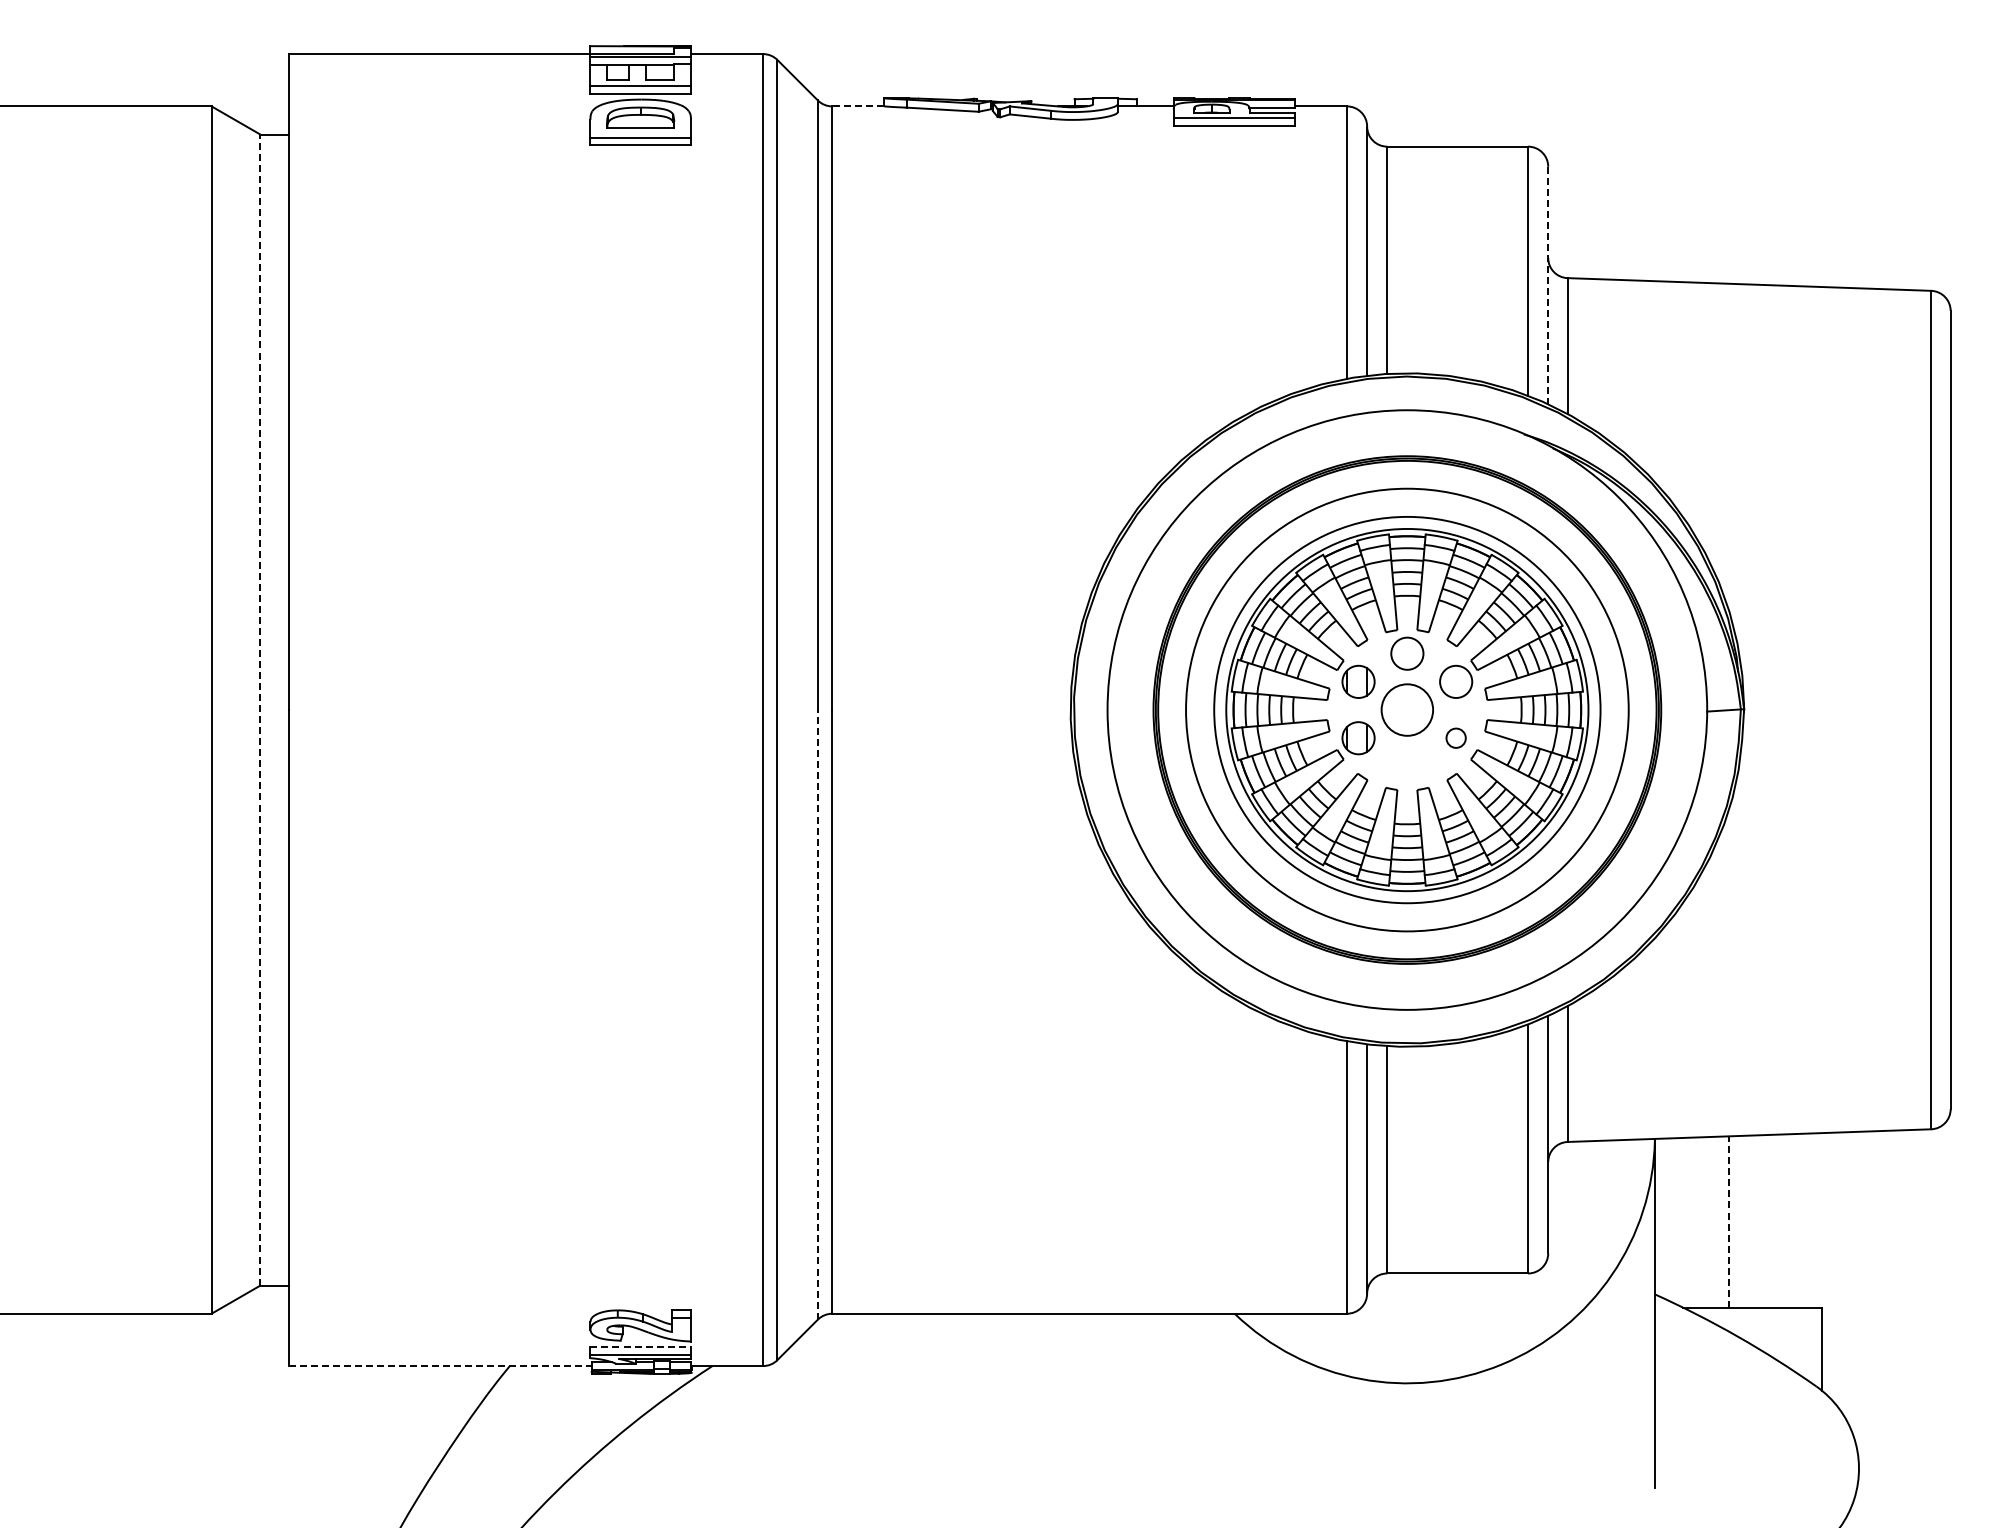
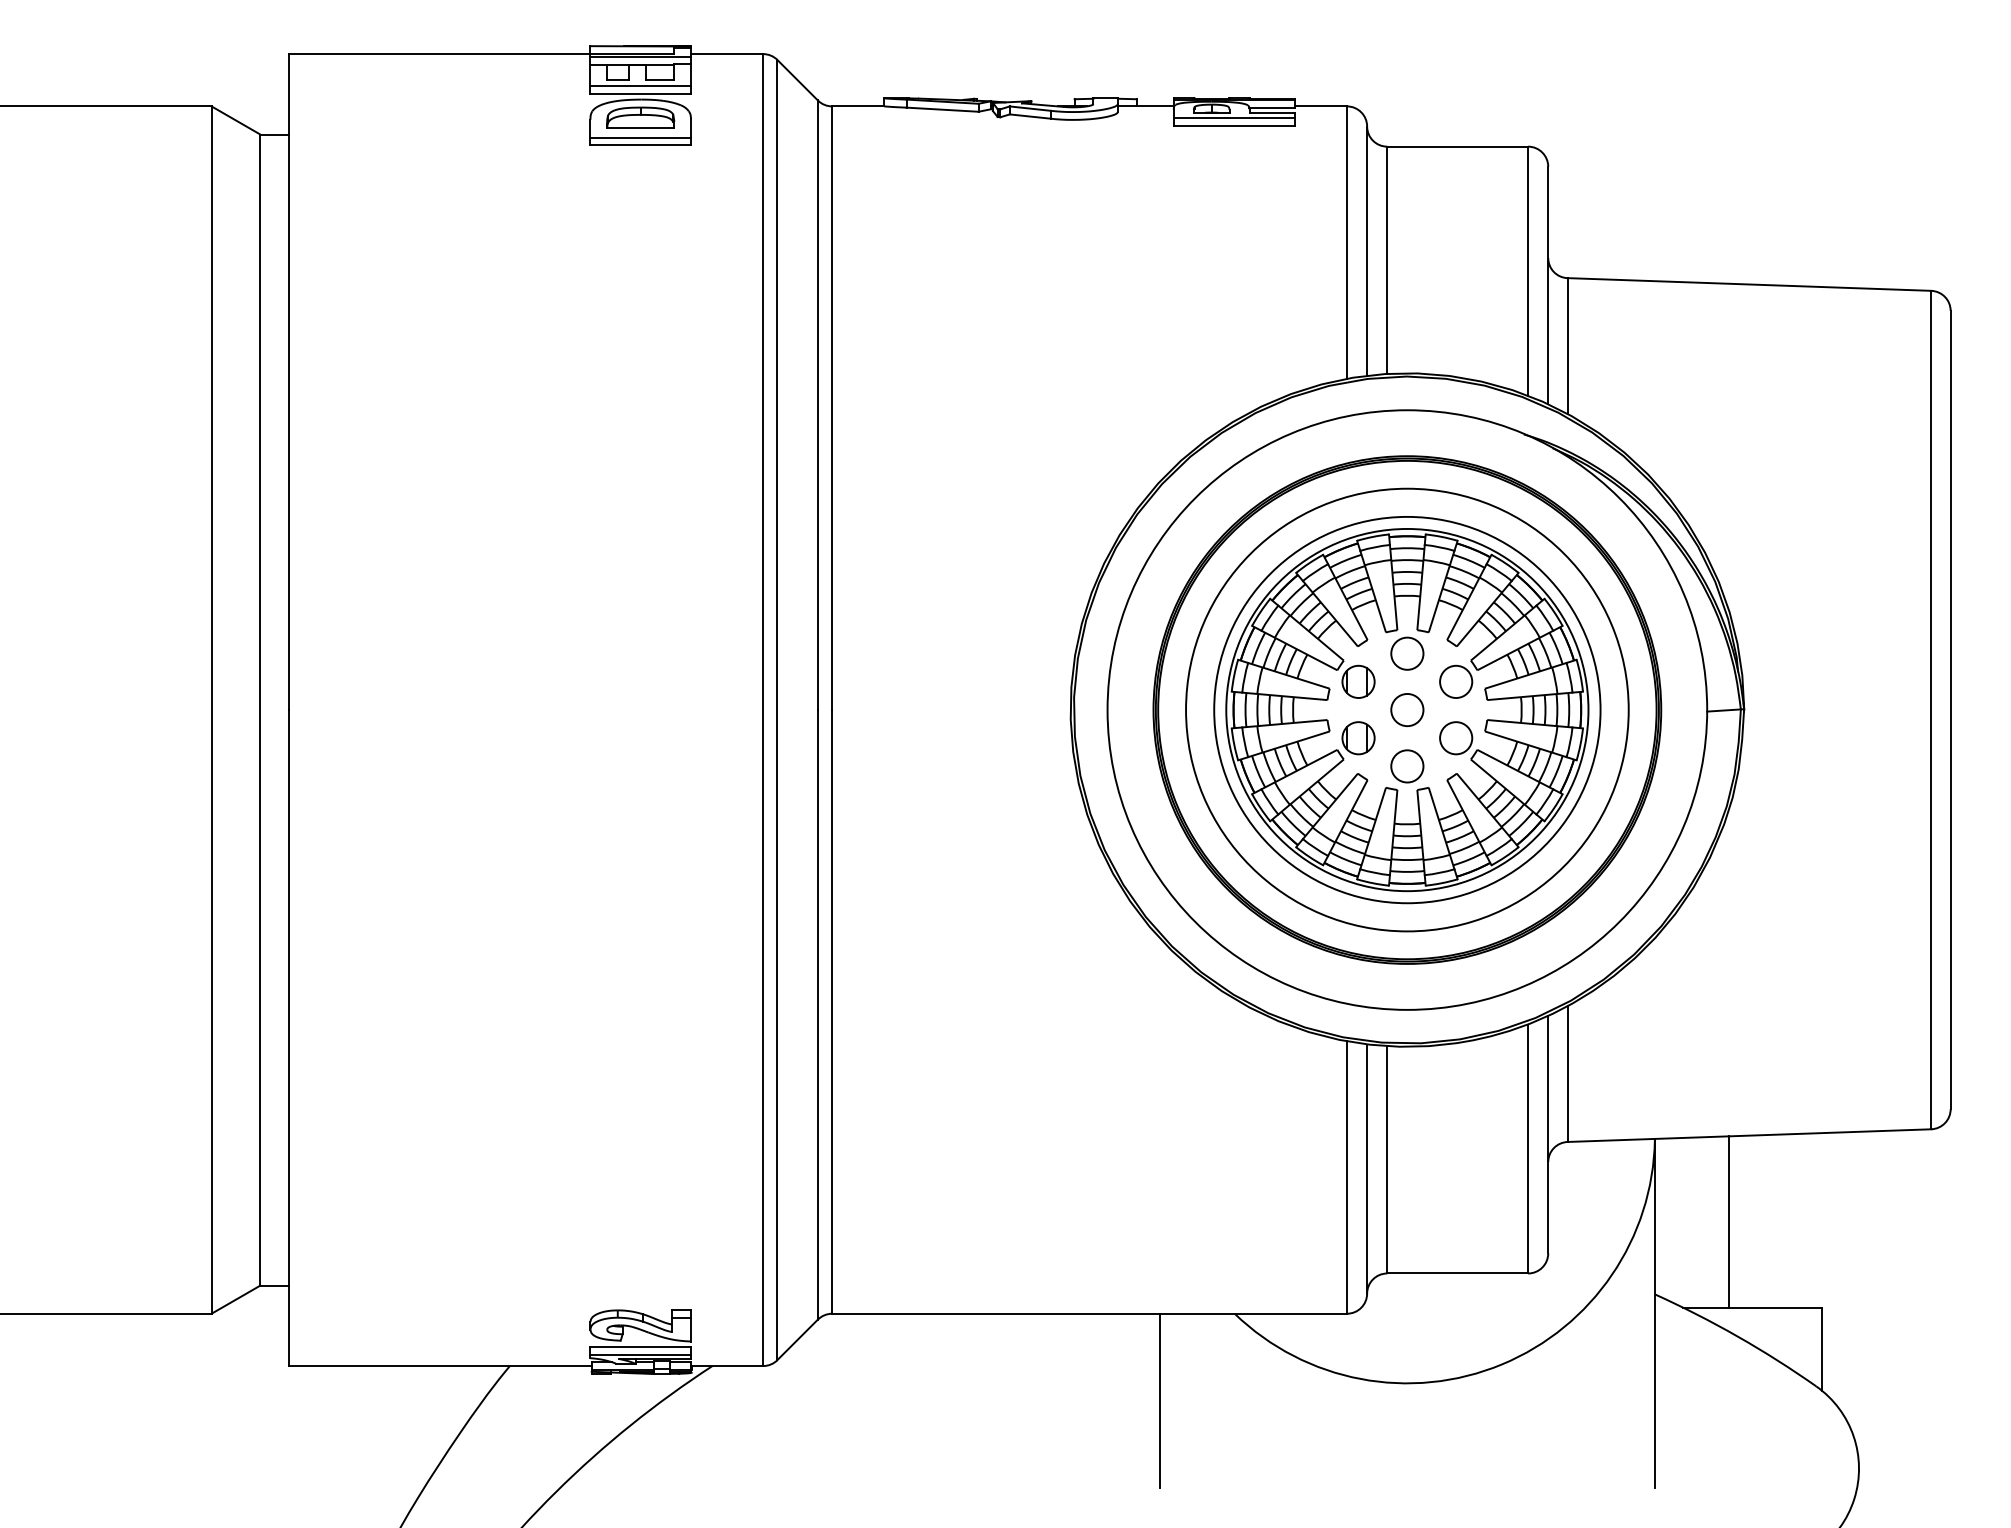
line at (857, 106): dashed -> solid
line at (1548, 285): dashed -> solid
line at (260, 709): dashed -> solid
circle at (1407, 709) diameter: 52 px -> 32 px
circle at (1455, 737) diameter: 19 px -> 32 px
circle at (1407, 766): none -> present
line at (817, 1014): dashed -> solid
line at (1729, 1222): dashed -> solid
line at (641, 1346): dashed -> solid
line at (440, 1366): dashed -> solid
line at (1159, 1400): none -> present
